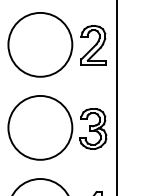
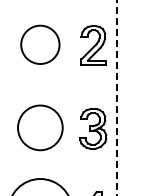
circle at (40, 44) diameter: 64 px -> 38 px
line at (117, 97): solid -> dashed
circle at (40, 127) diameter: 64 px -> 45 px
